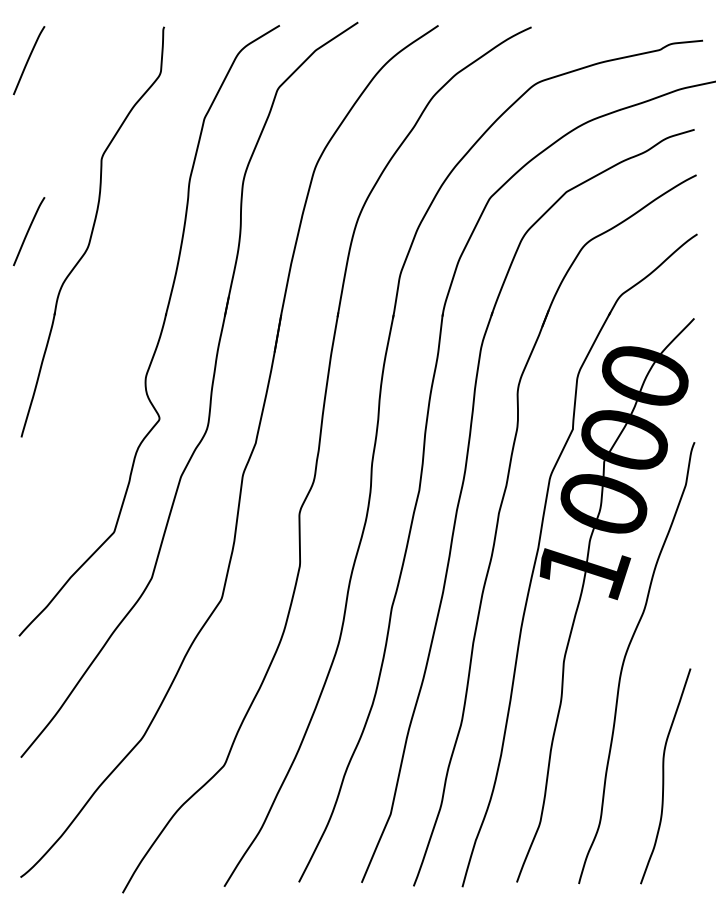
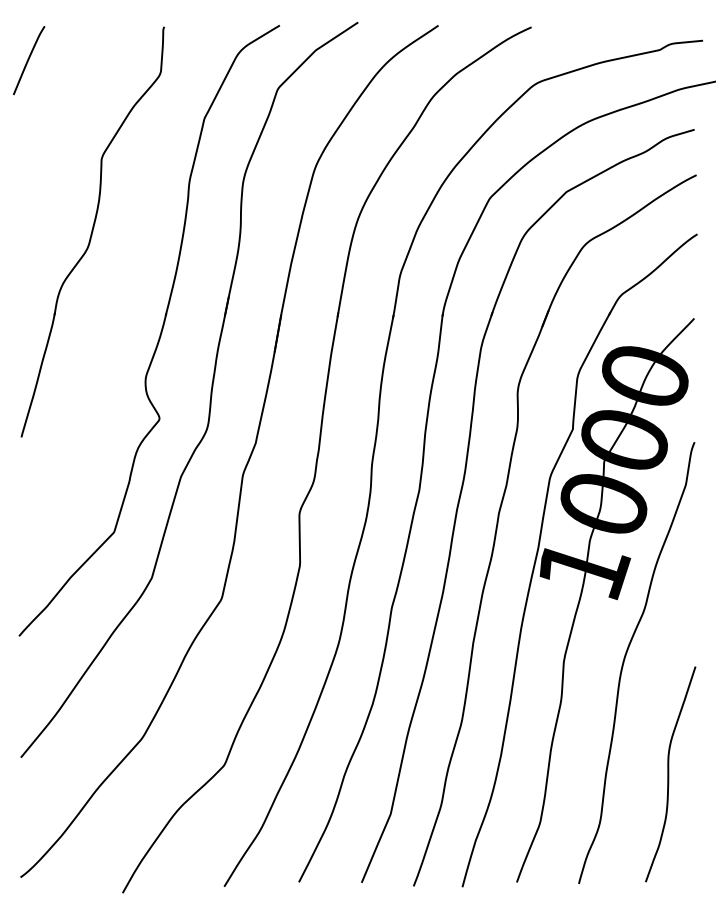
curve at (29, 230): present -> none
curve at (664, 776) position: (664, 776) -> (669, 774)
